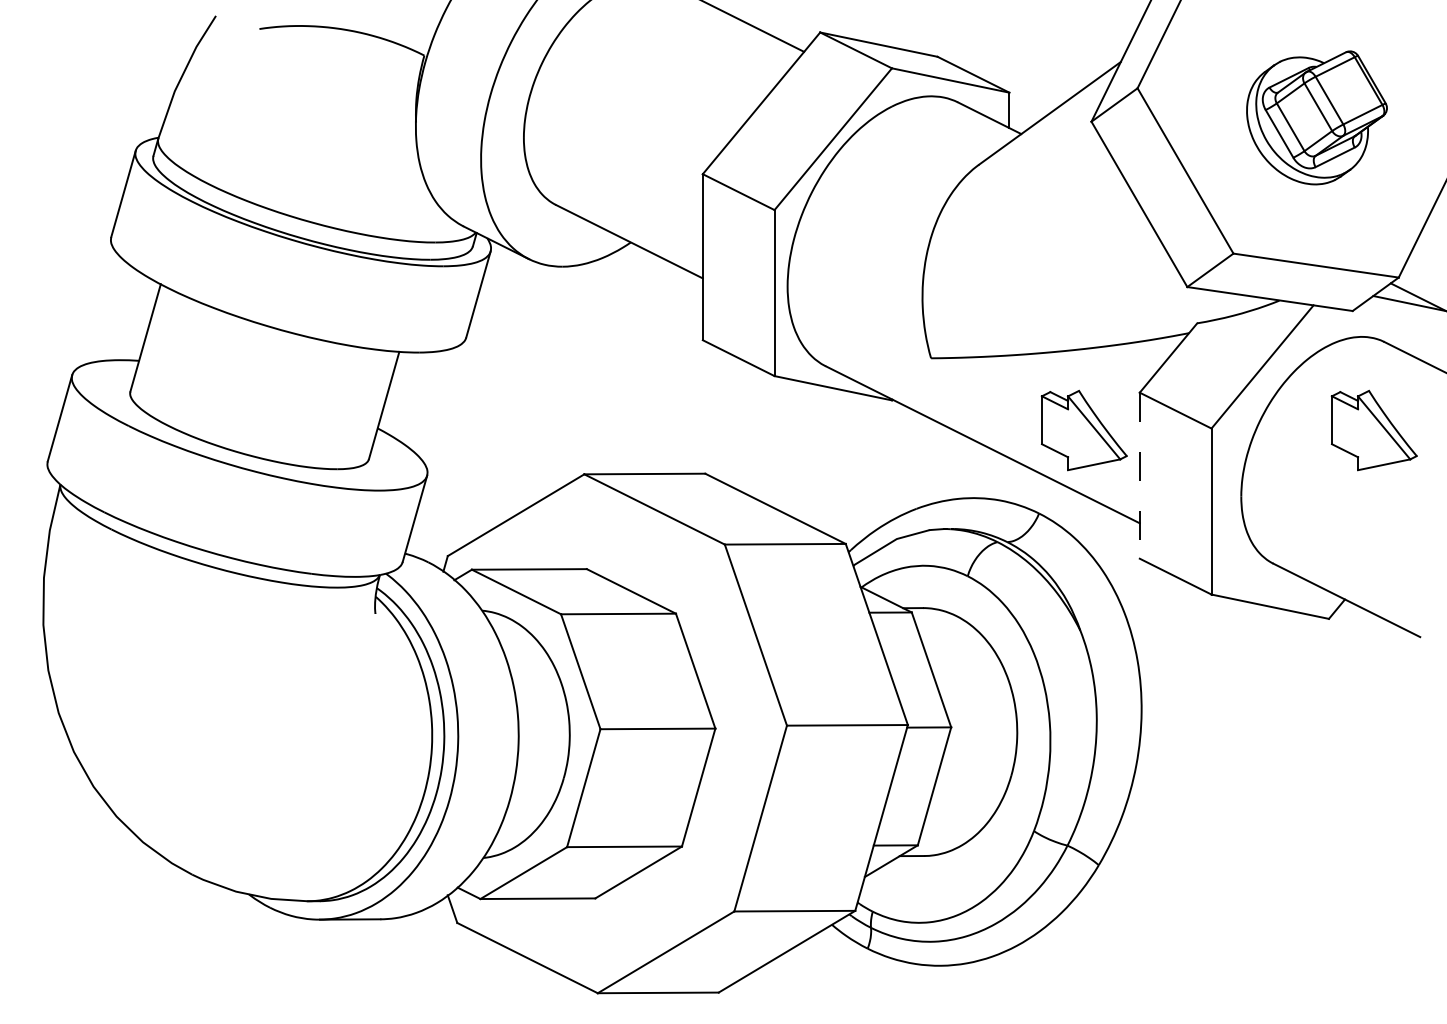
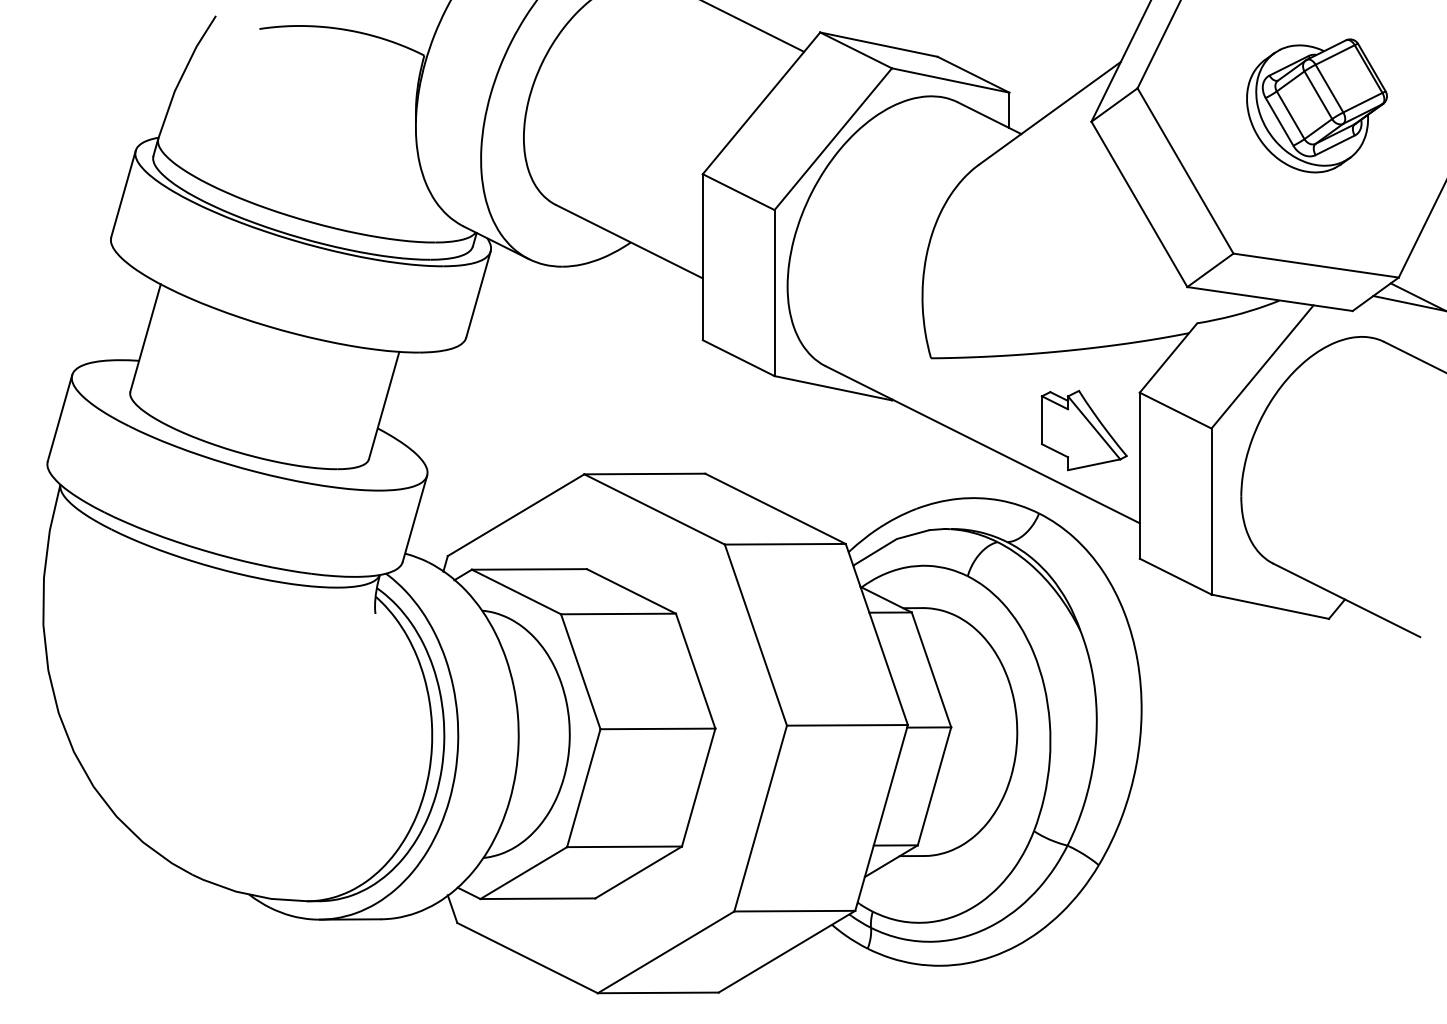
part at (1316, 117) position: (1316, 117) -> (1316, 105)
part at (1373, 430): present -> none
line at (1139, 476): dashed -> solid
